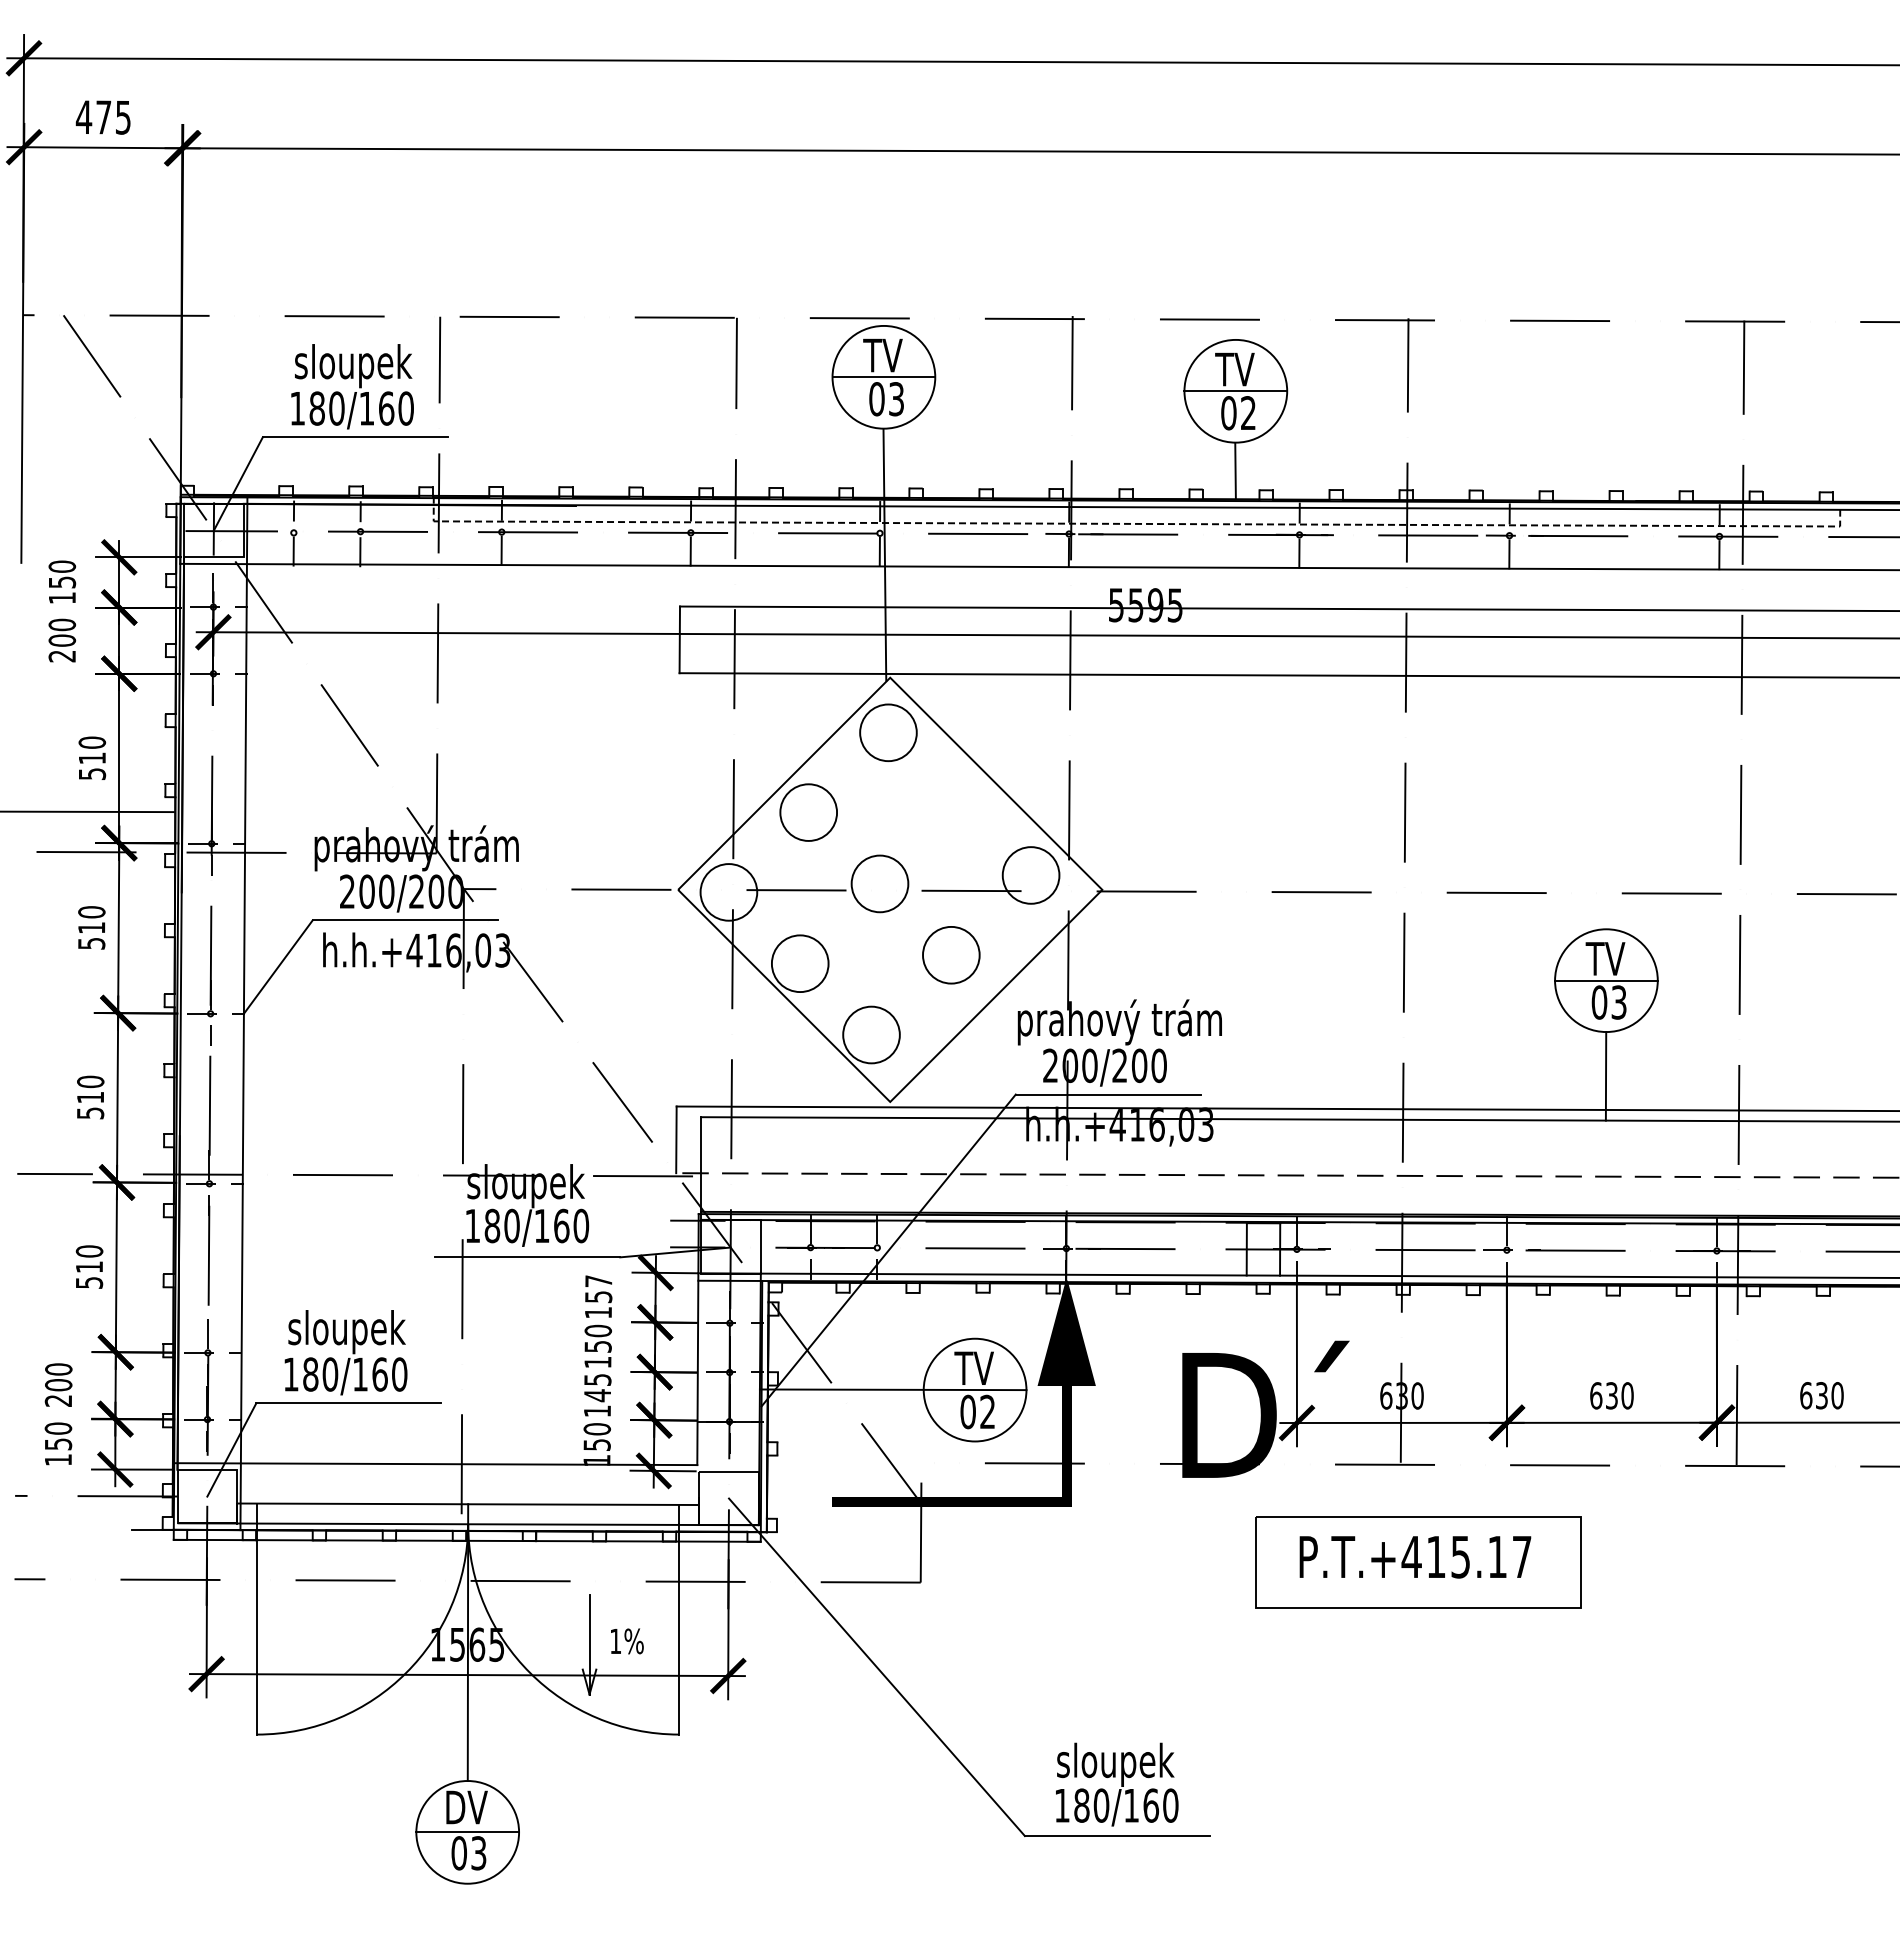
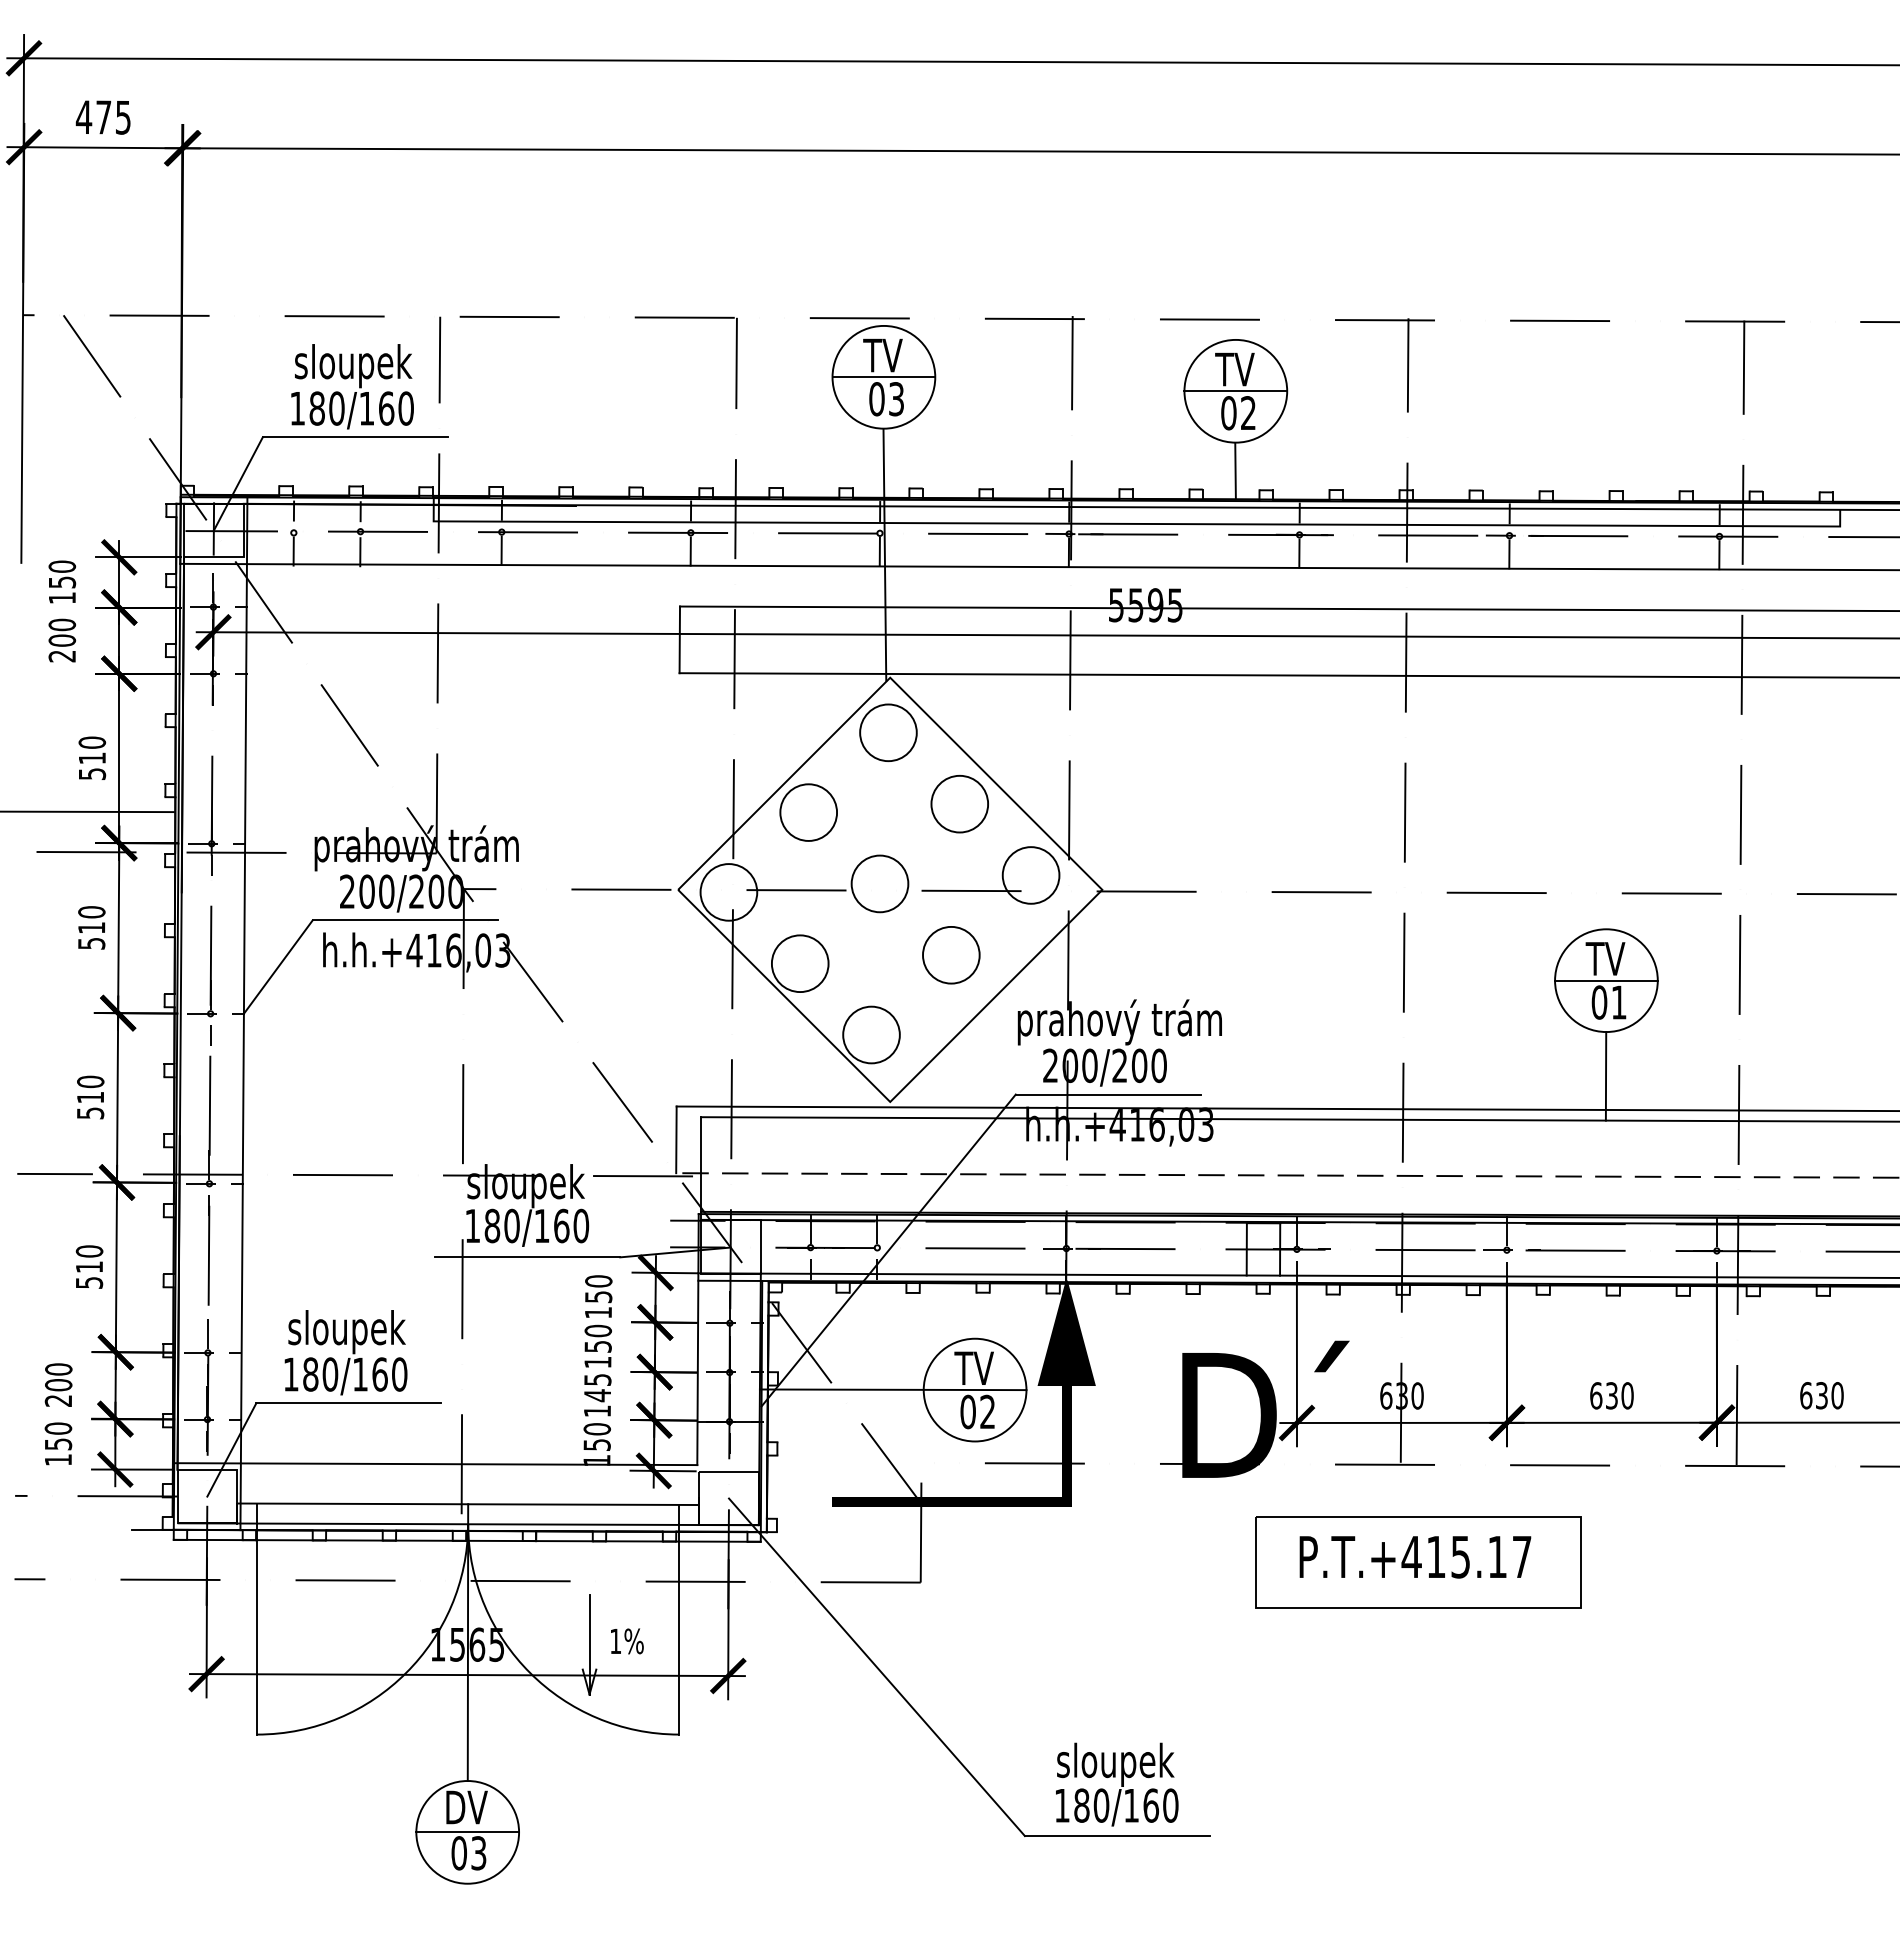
line at (1133, 523): dashed -> solid
circle at (959, 804): none -> present
text at (1618, 1002): 03 -> 01
text at (598, 1281): 157 -> 150
